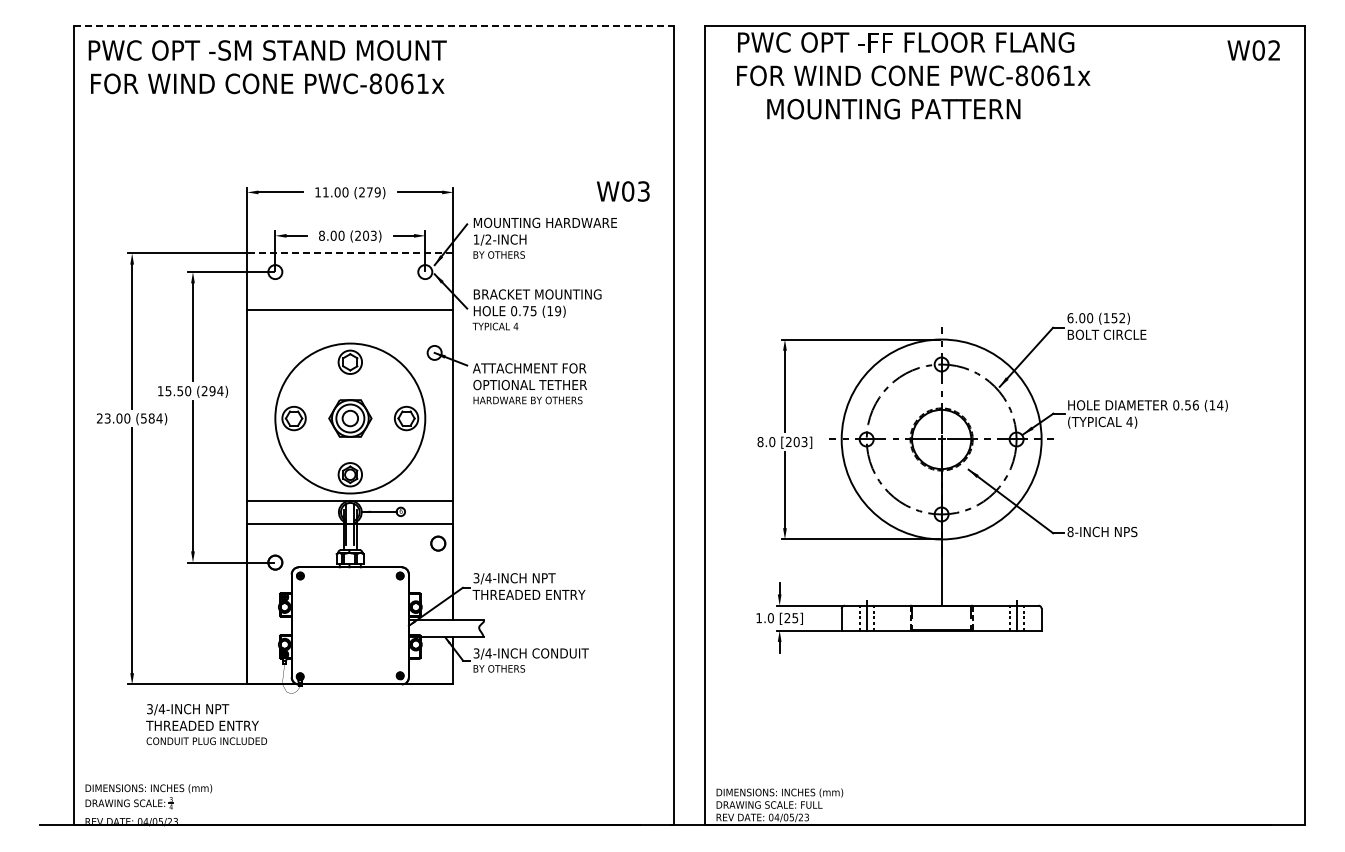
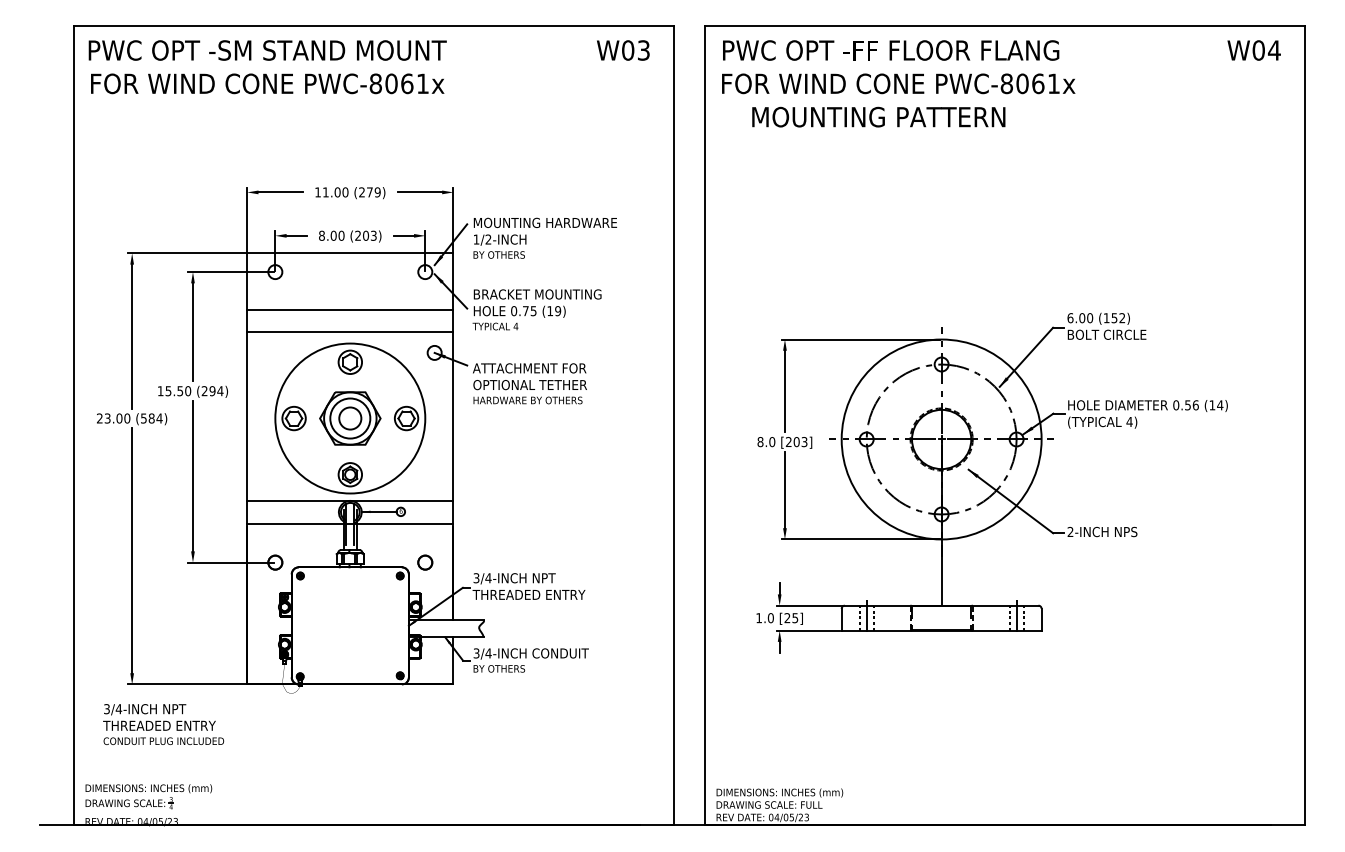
line at (373, 25): dashed -> solid
text at (1273, 50): W02 -> W04
text at (913, 75) position: (913, 75) -> (898, 83)
text at (623, 191) position: (623, 191) -> (623, 50)
line at (349, 253): dashed -> solid
line at (350, 332): none -> present
part at (350, 418) size: 45x39 px -> 63x55 px
text at (1070, 532): 8-INCH -> 2-INCH
circle at (438, 543) position: (438, 543) -> (425, 562)
text at (206, 724) position: (206, 724) -> (163, 724)
